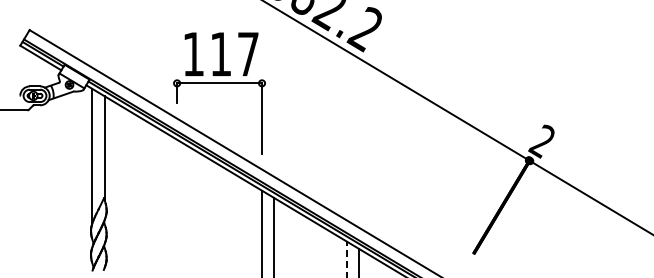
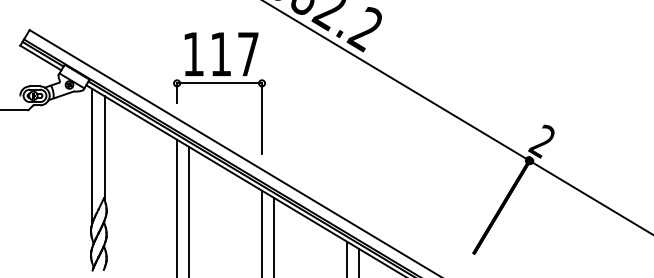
line at (177, 206): none -> present
line at (189, 210): none -> present
line at (346, 259): dashed -> solid
